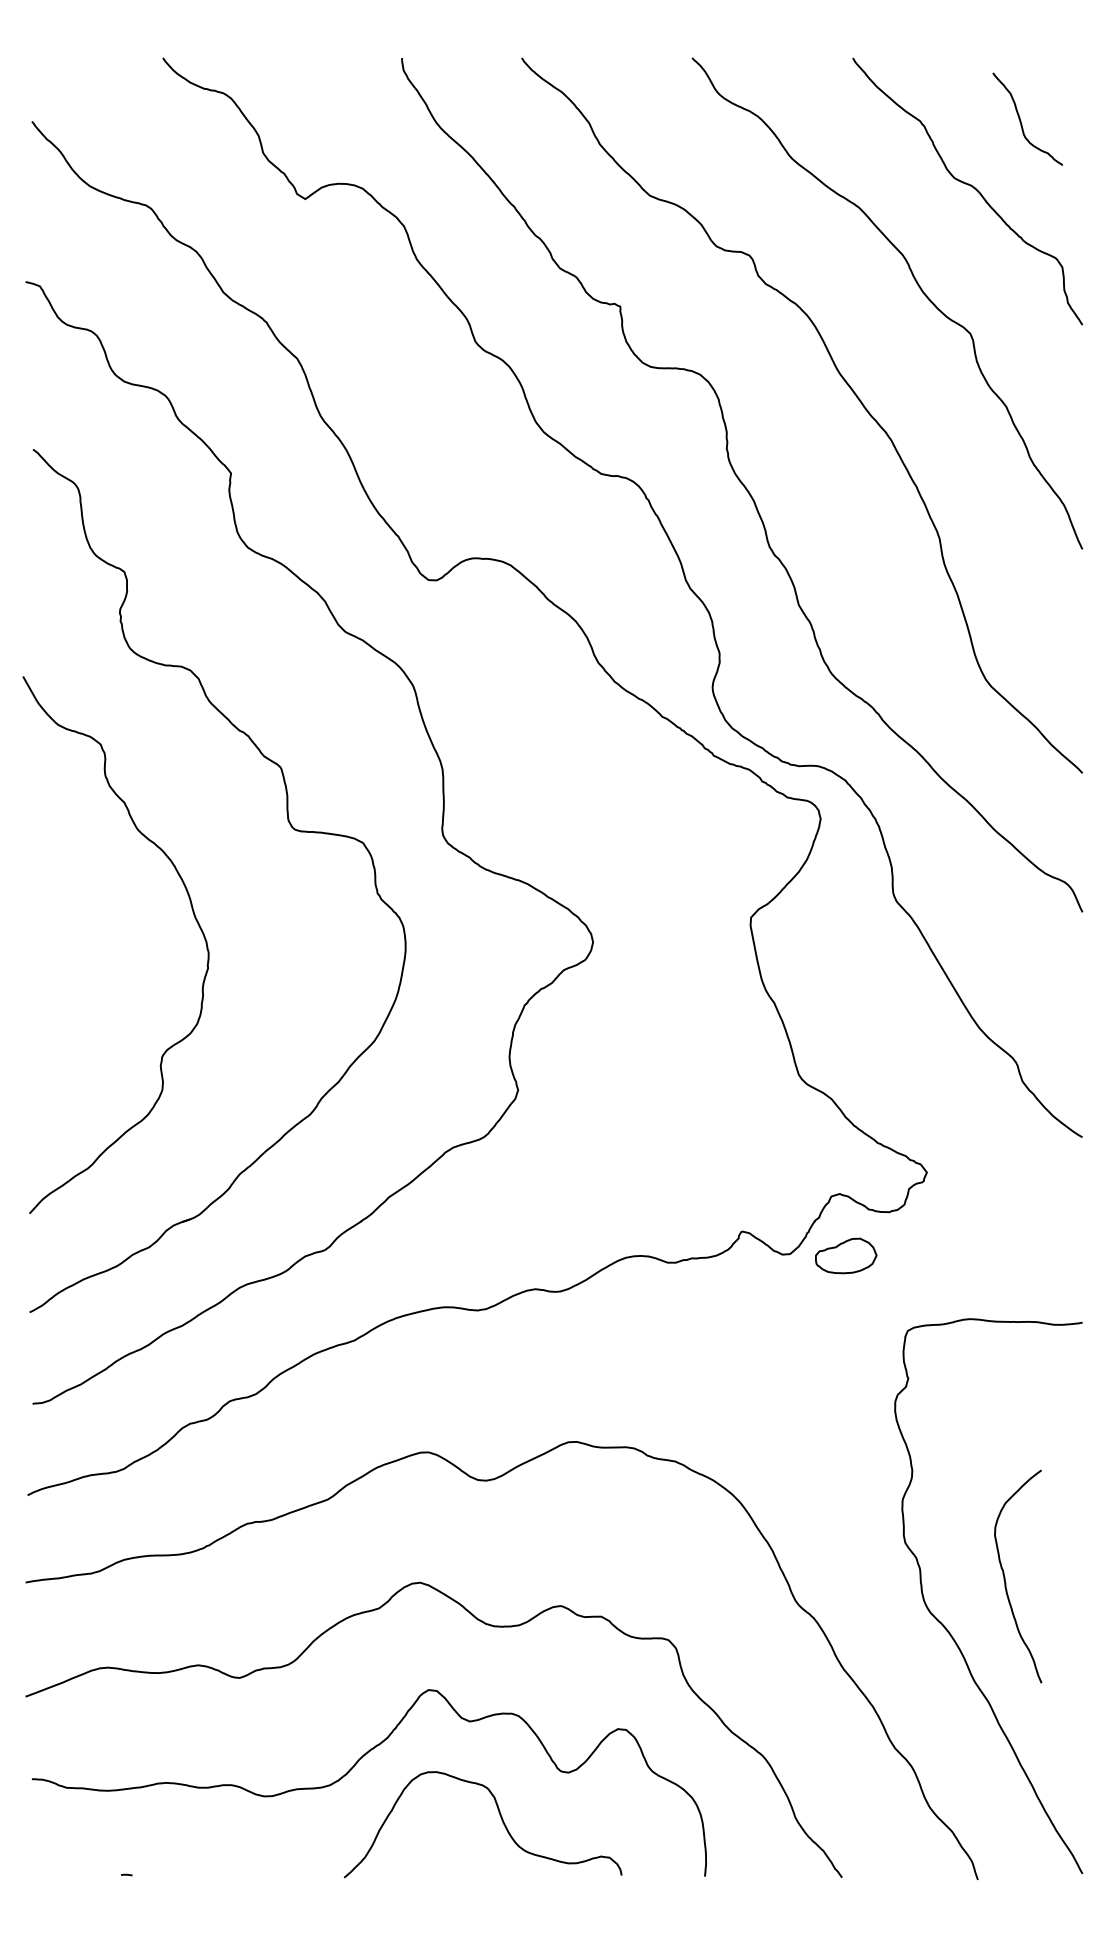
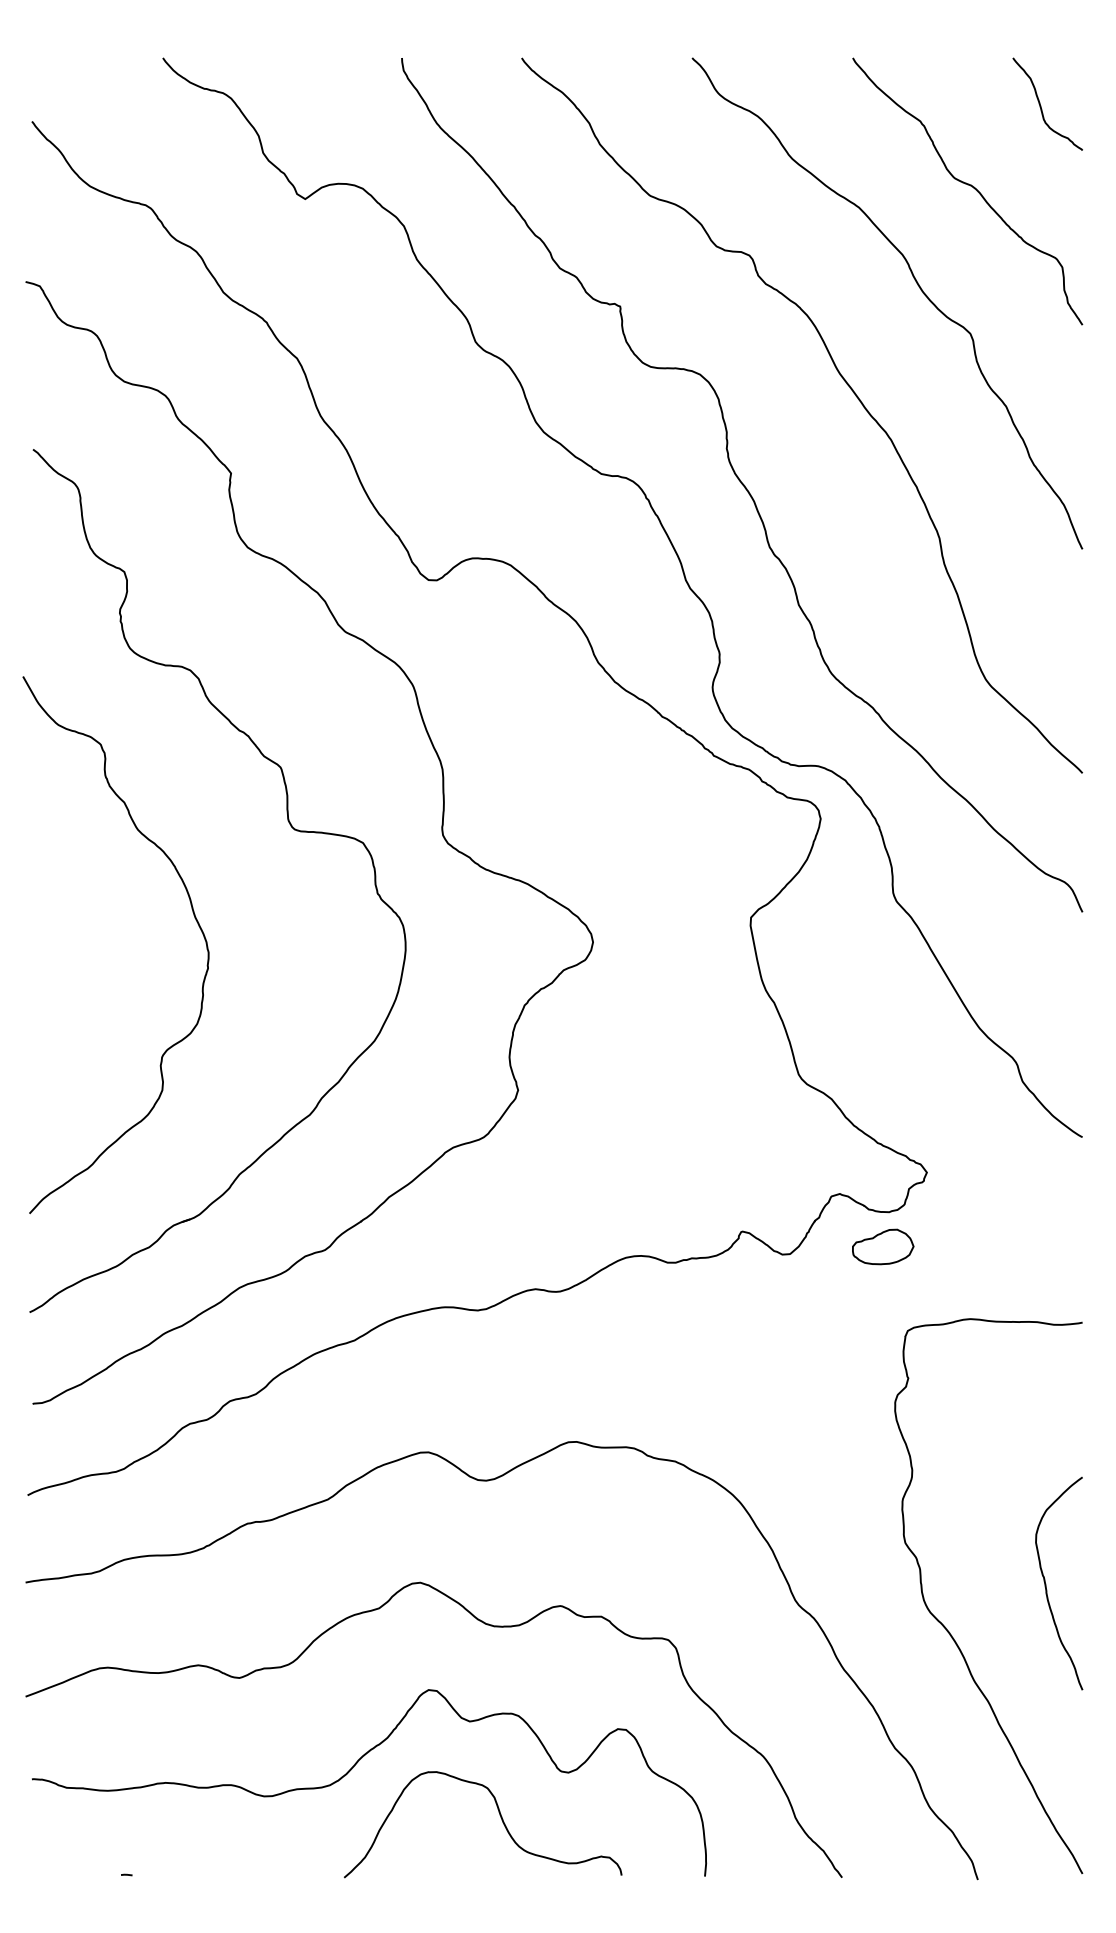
curve at (1021, 120) position: (1021, 120) -> (1041, 105)
part at (846, 1255) position: (846, 1255) -> (883, 1246)
curve at (1005, 1576) position: (1005, 1576) -> (1046, 1583)
